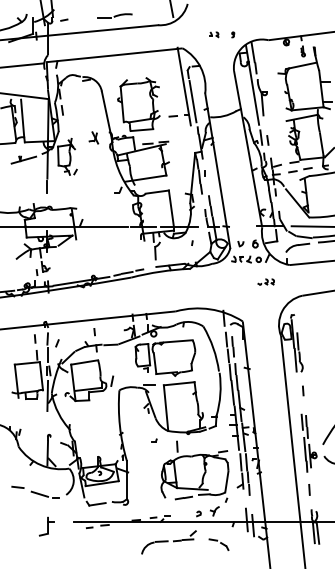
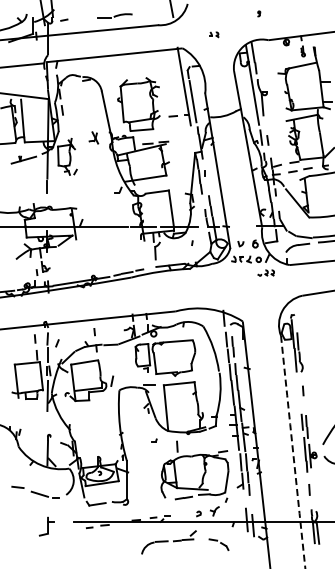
part at (233, 34) position: (233, 34) -> (259, 13)
line at (311, 226): present -> none
part at (265, 281) position: (265, 281) -> (265, 272)
arc at (293, 453): solid -> dashed
